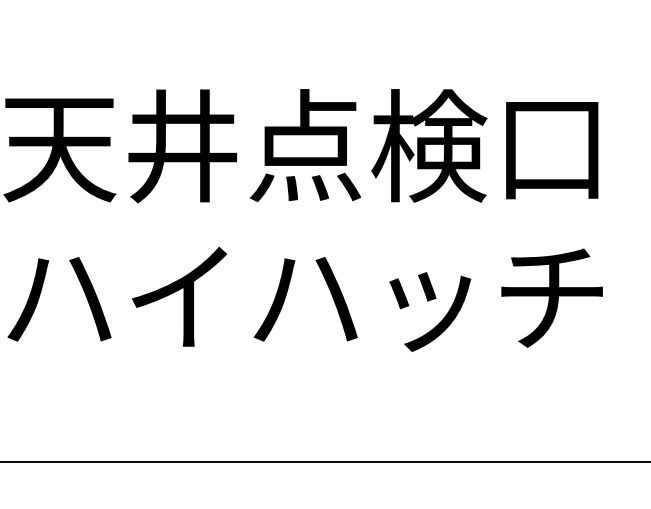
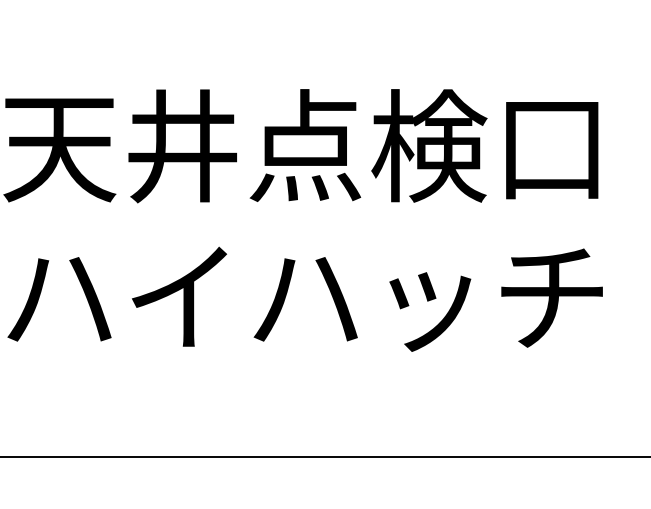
line at (324, 462) position: (324, 462) -> (324, 457)
